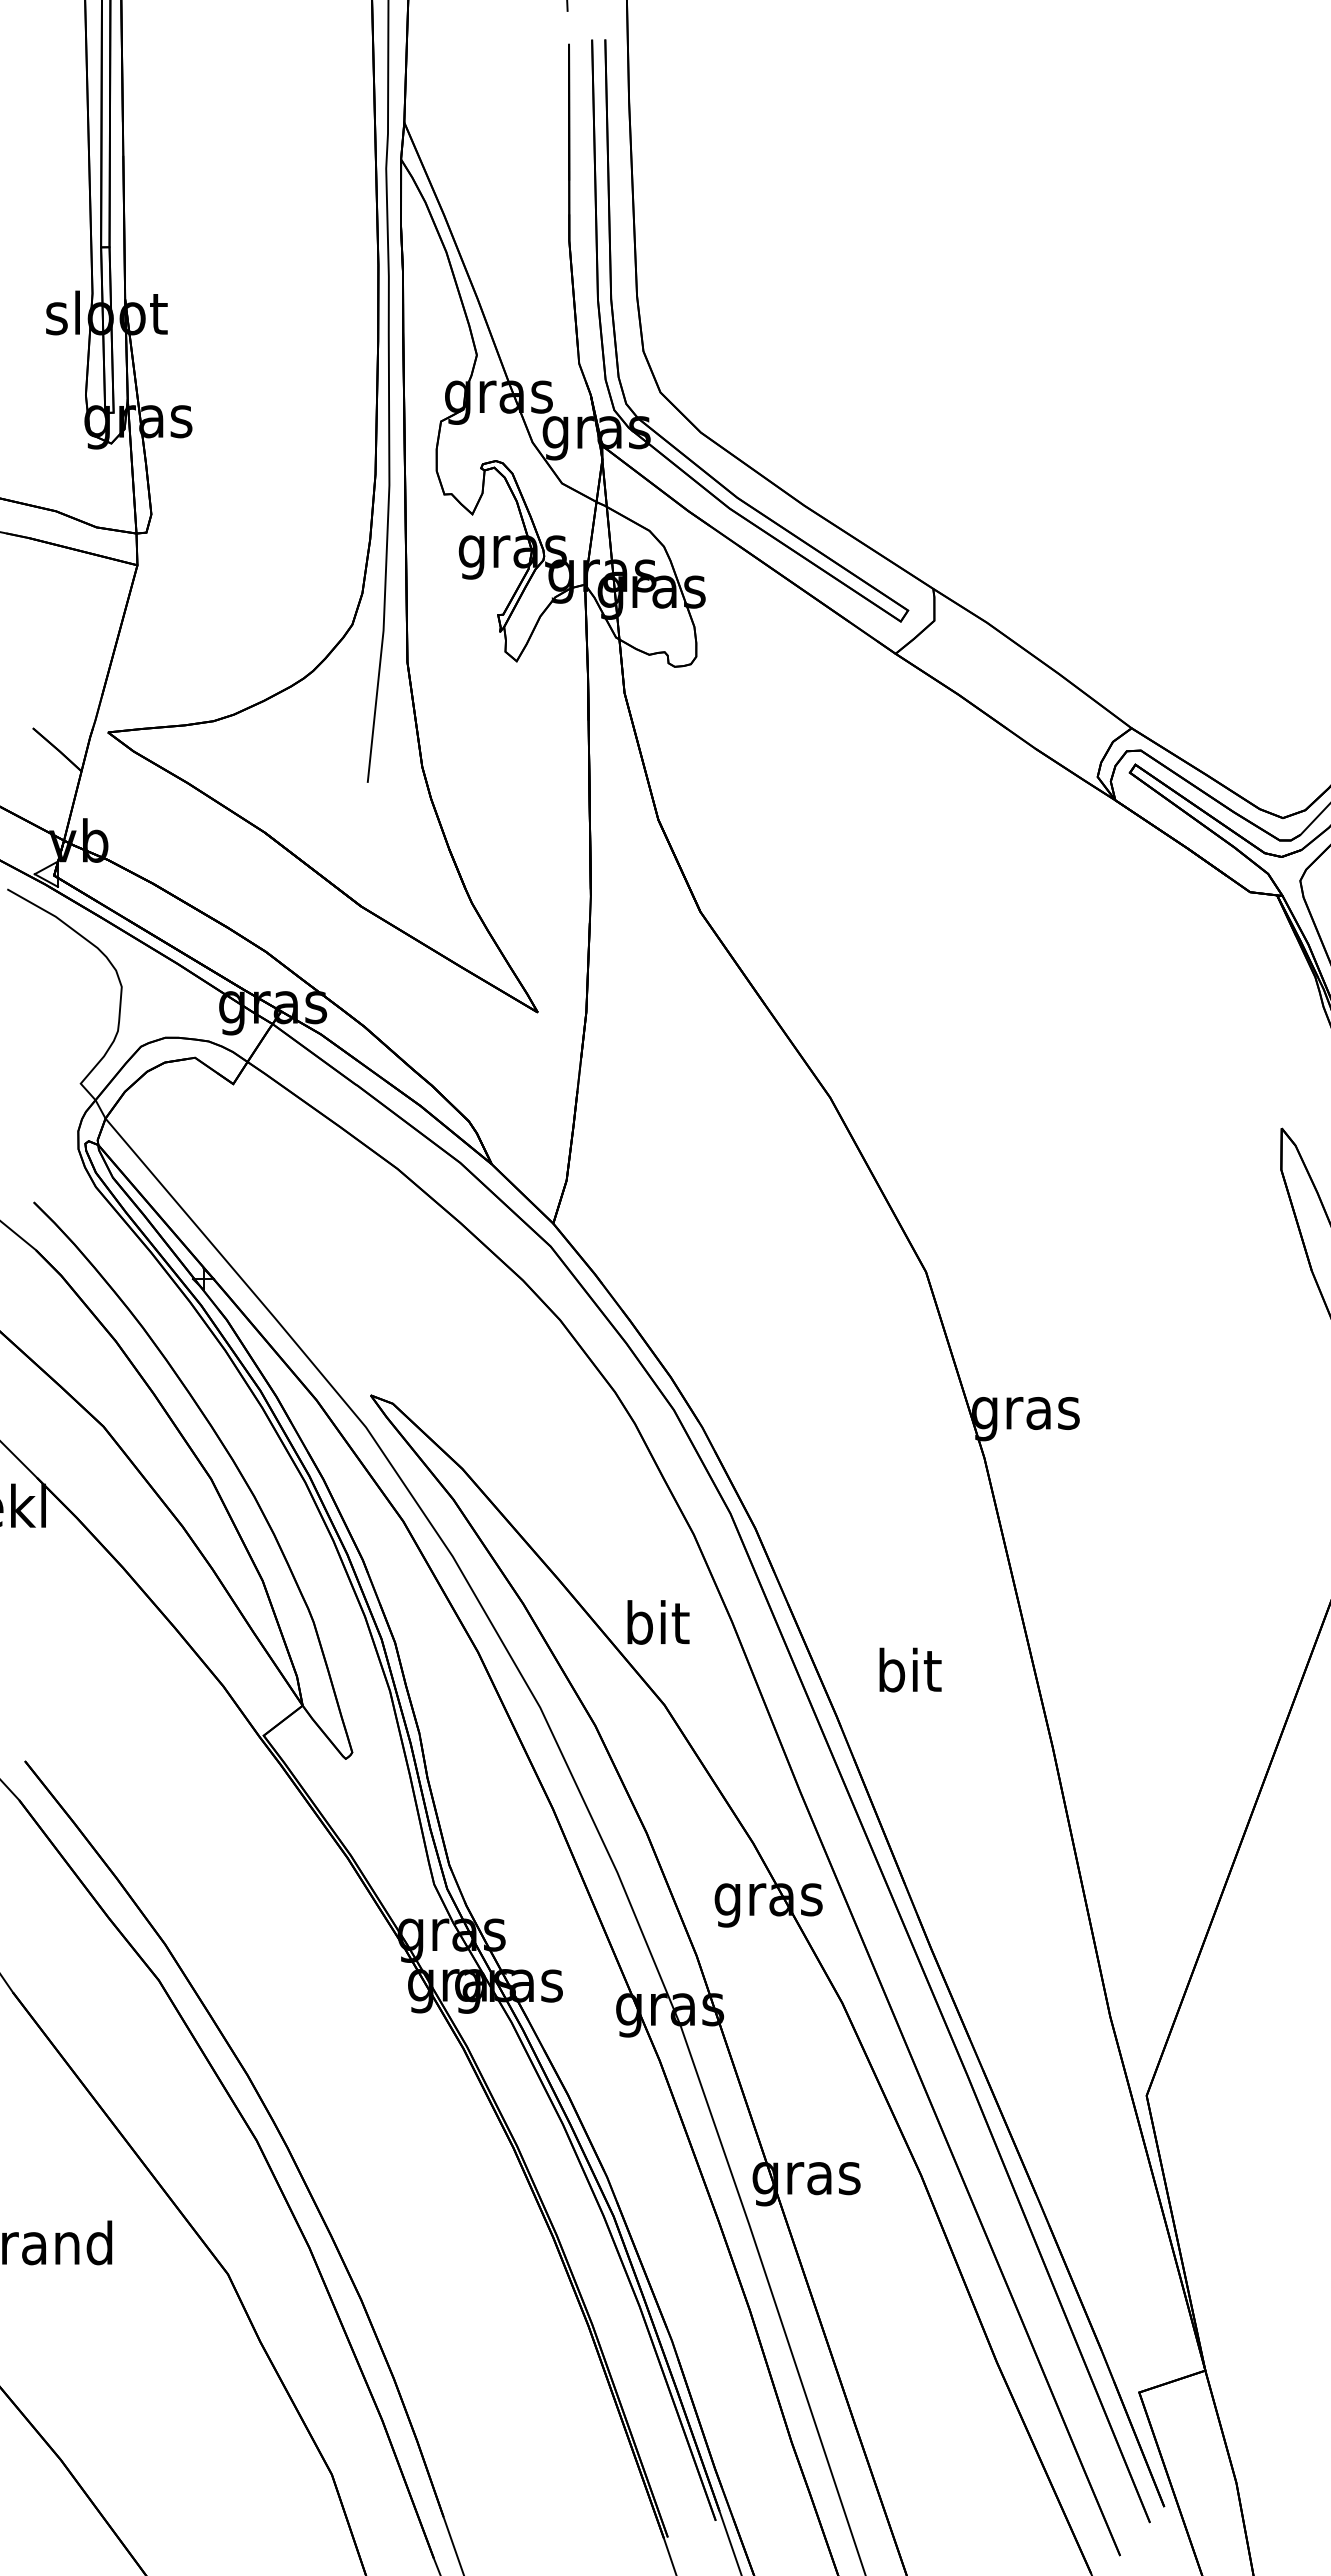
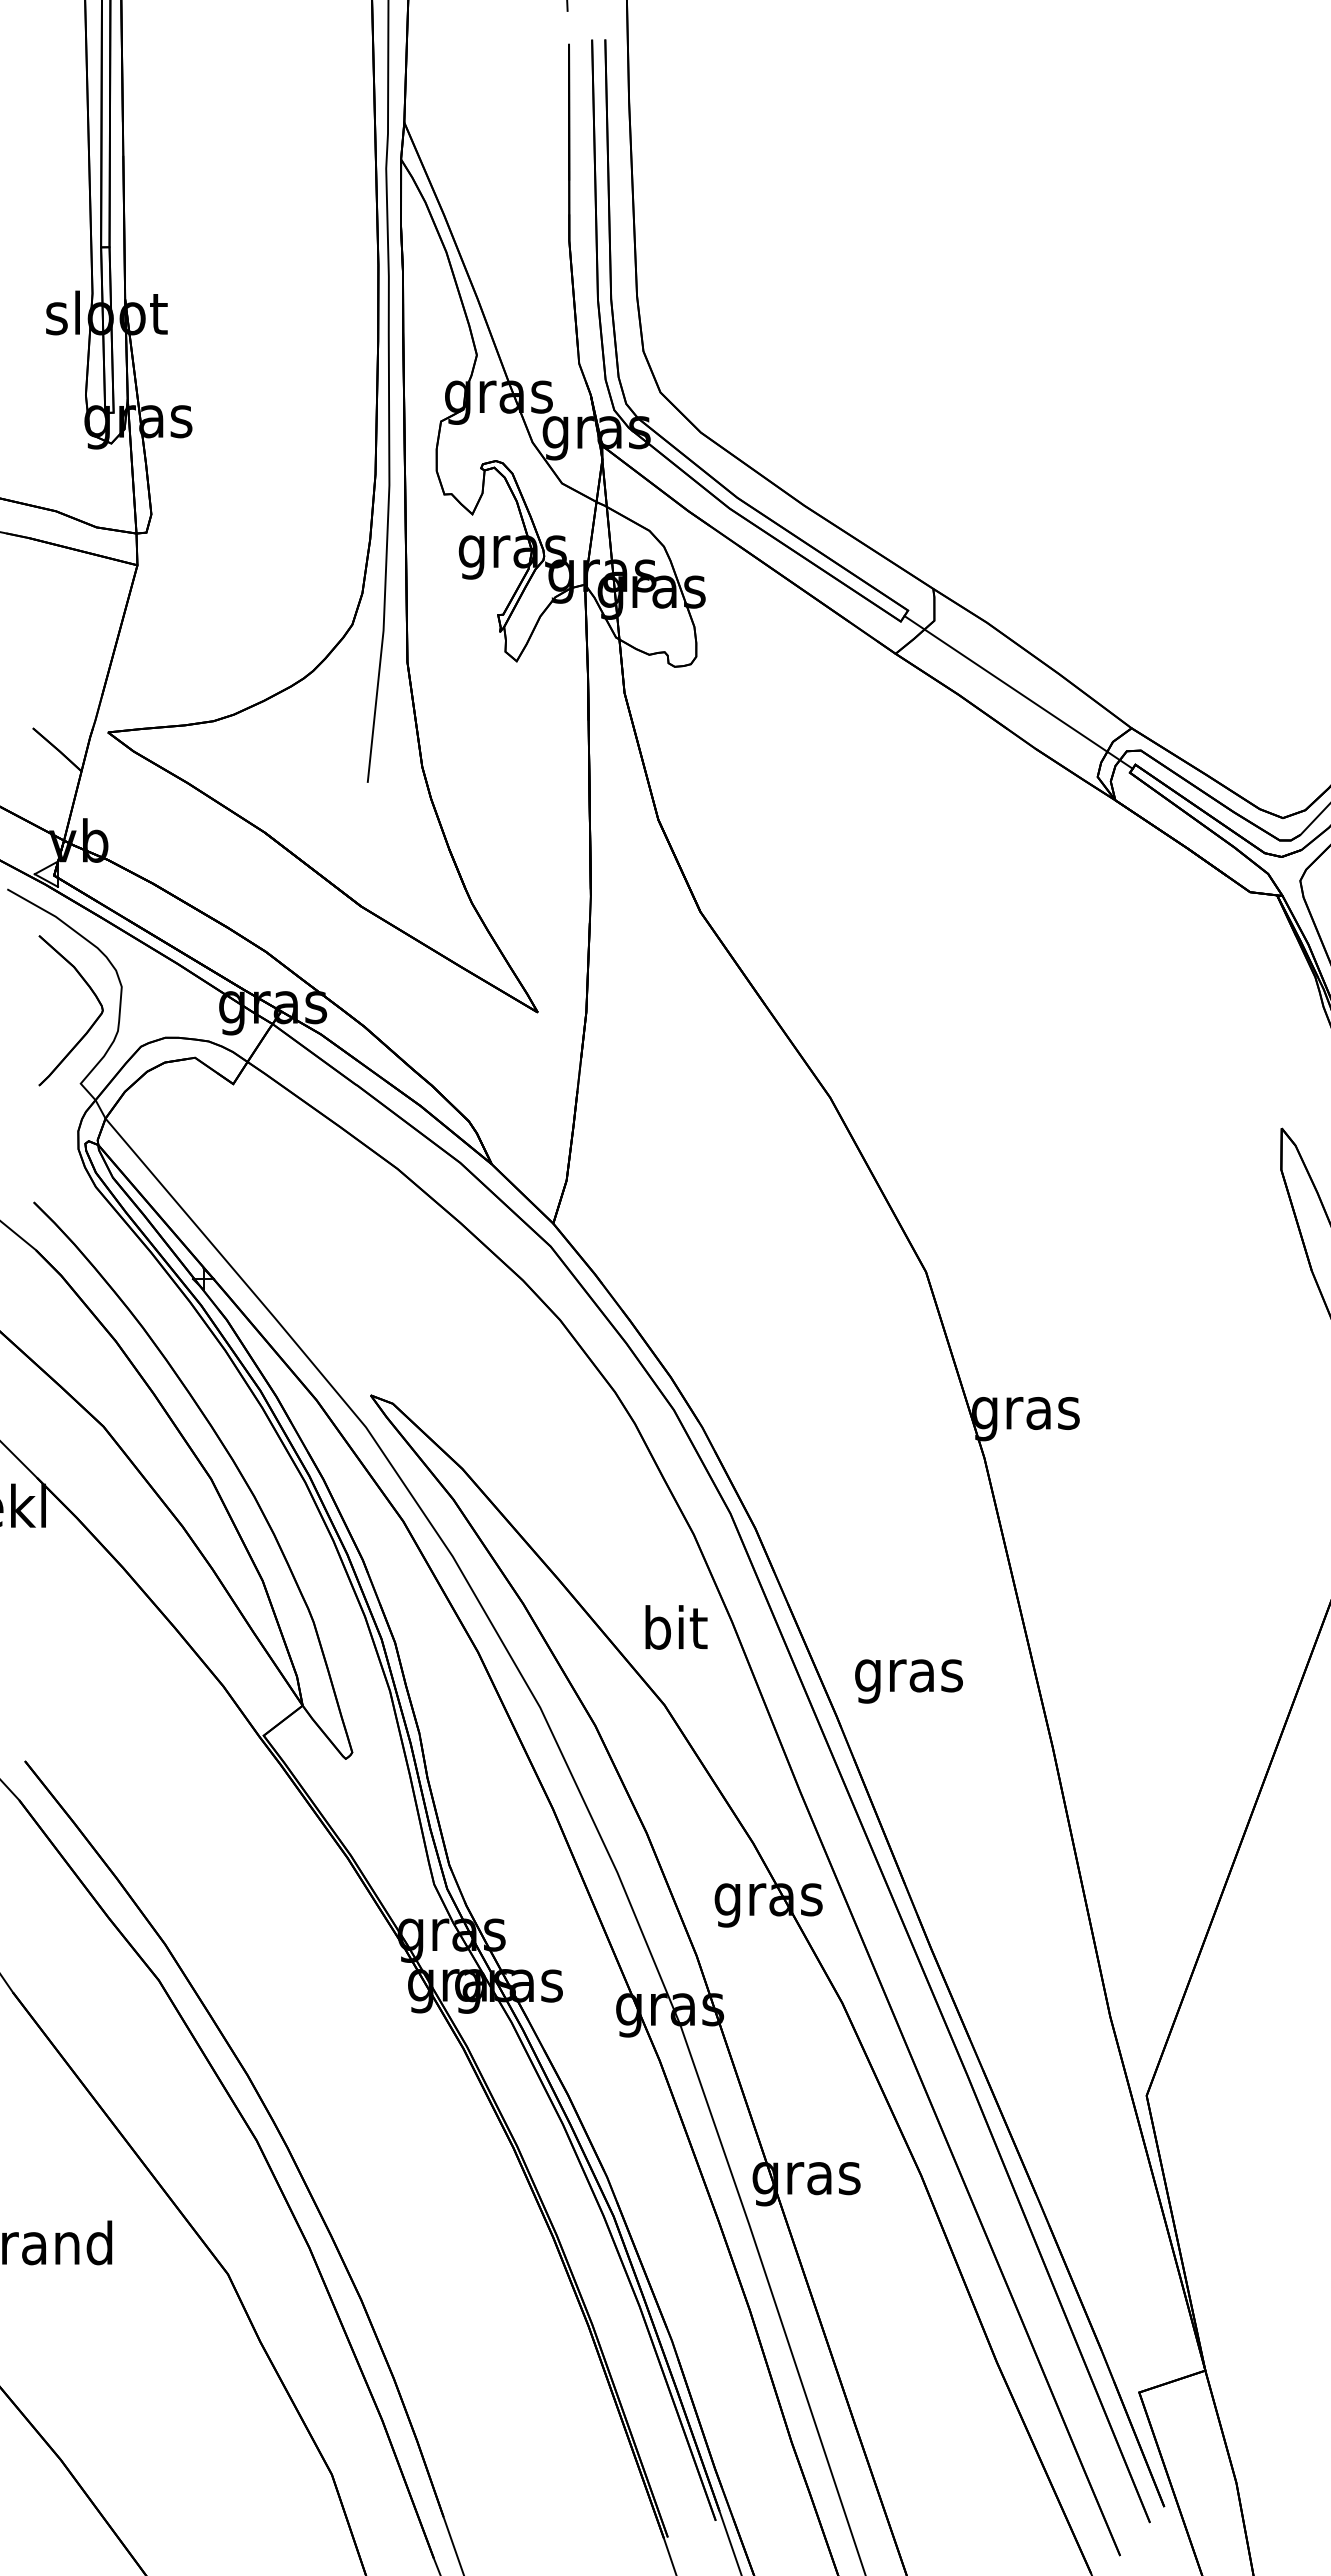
line at (1018, 692): none -> present
part at (89, 1027): none -> present
text at (658, 1622) position: (658, 1622) -> (676, 1627)
text at (908, 1675): bit -> gras
